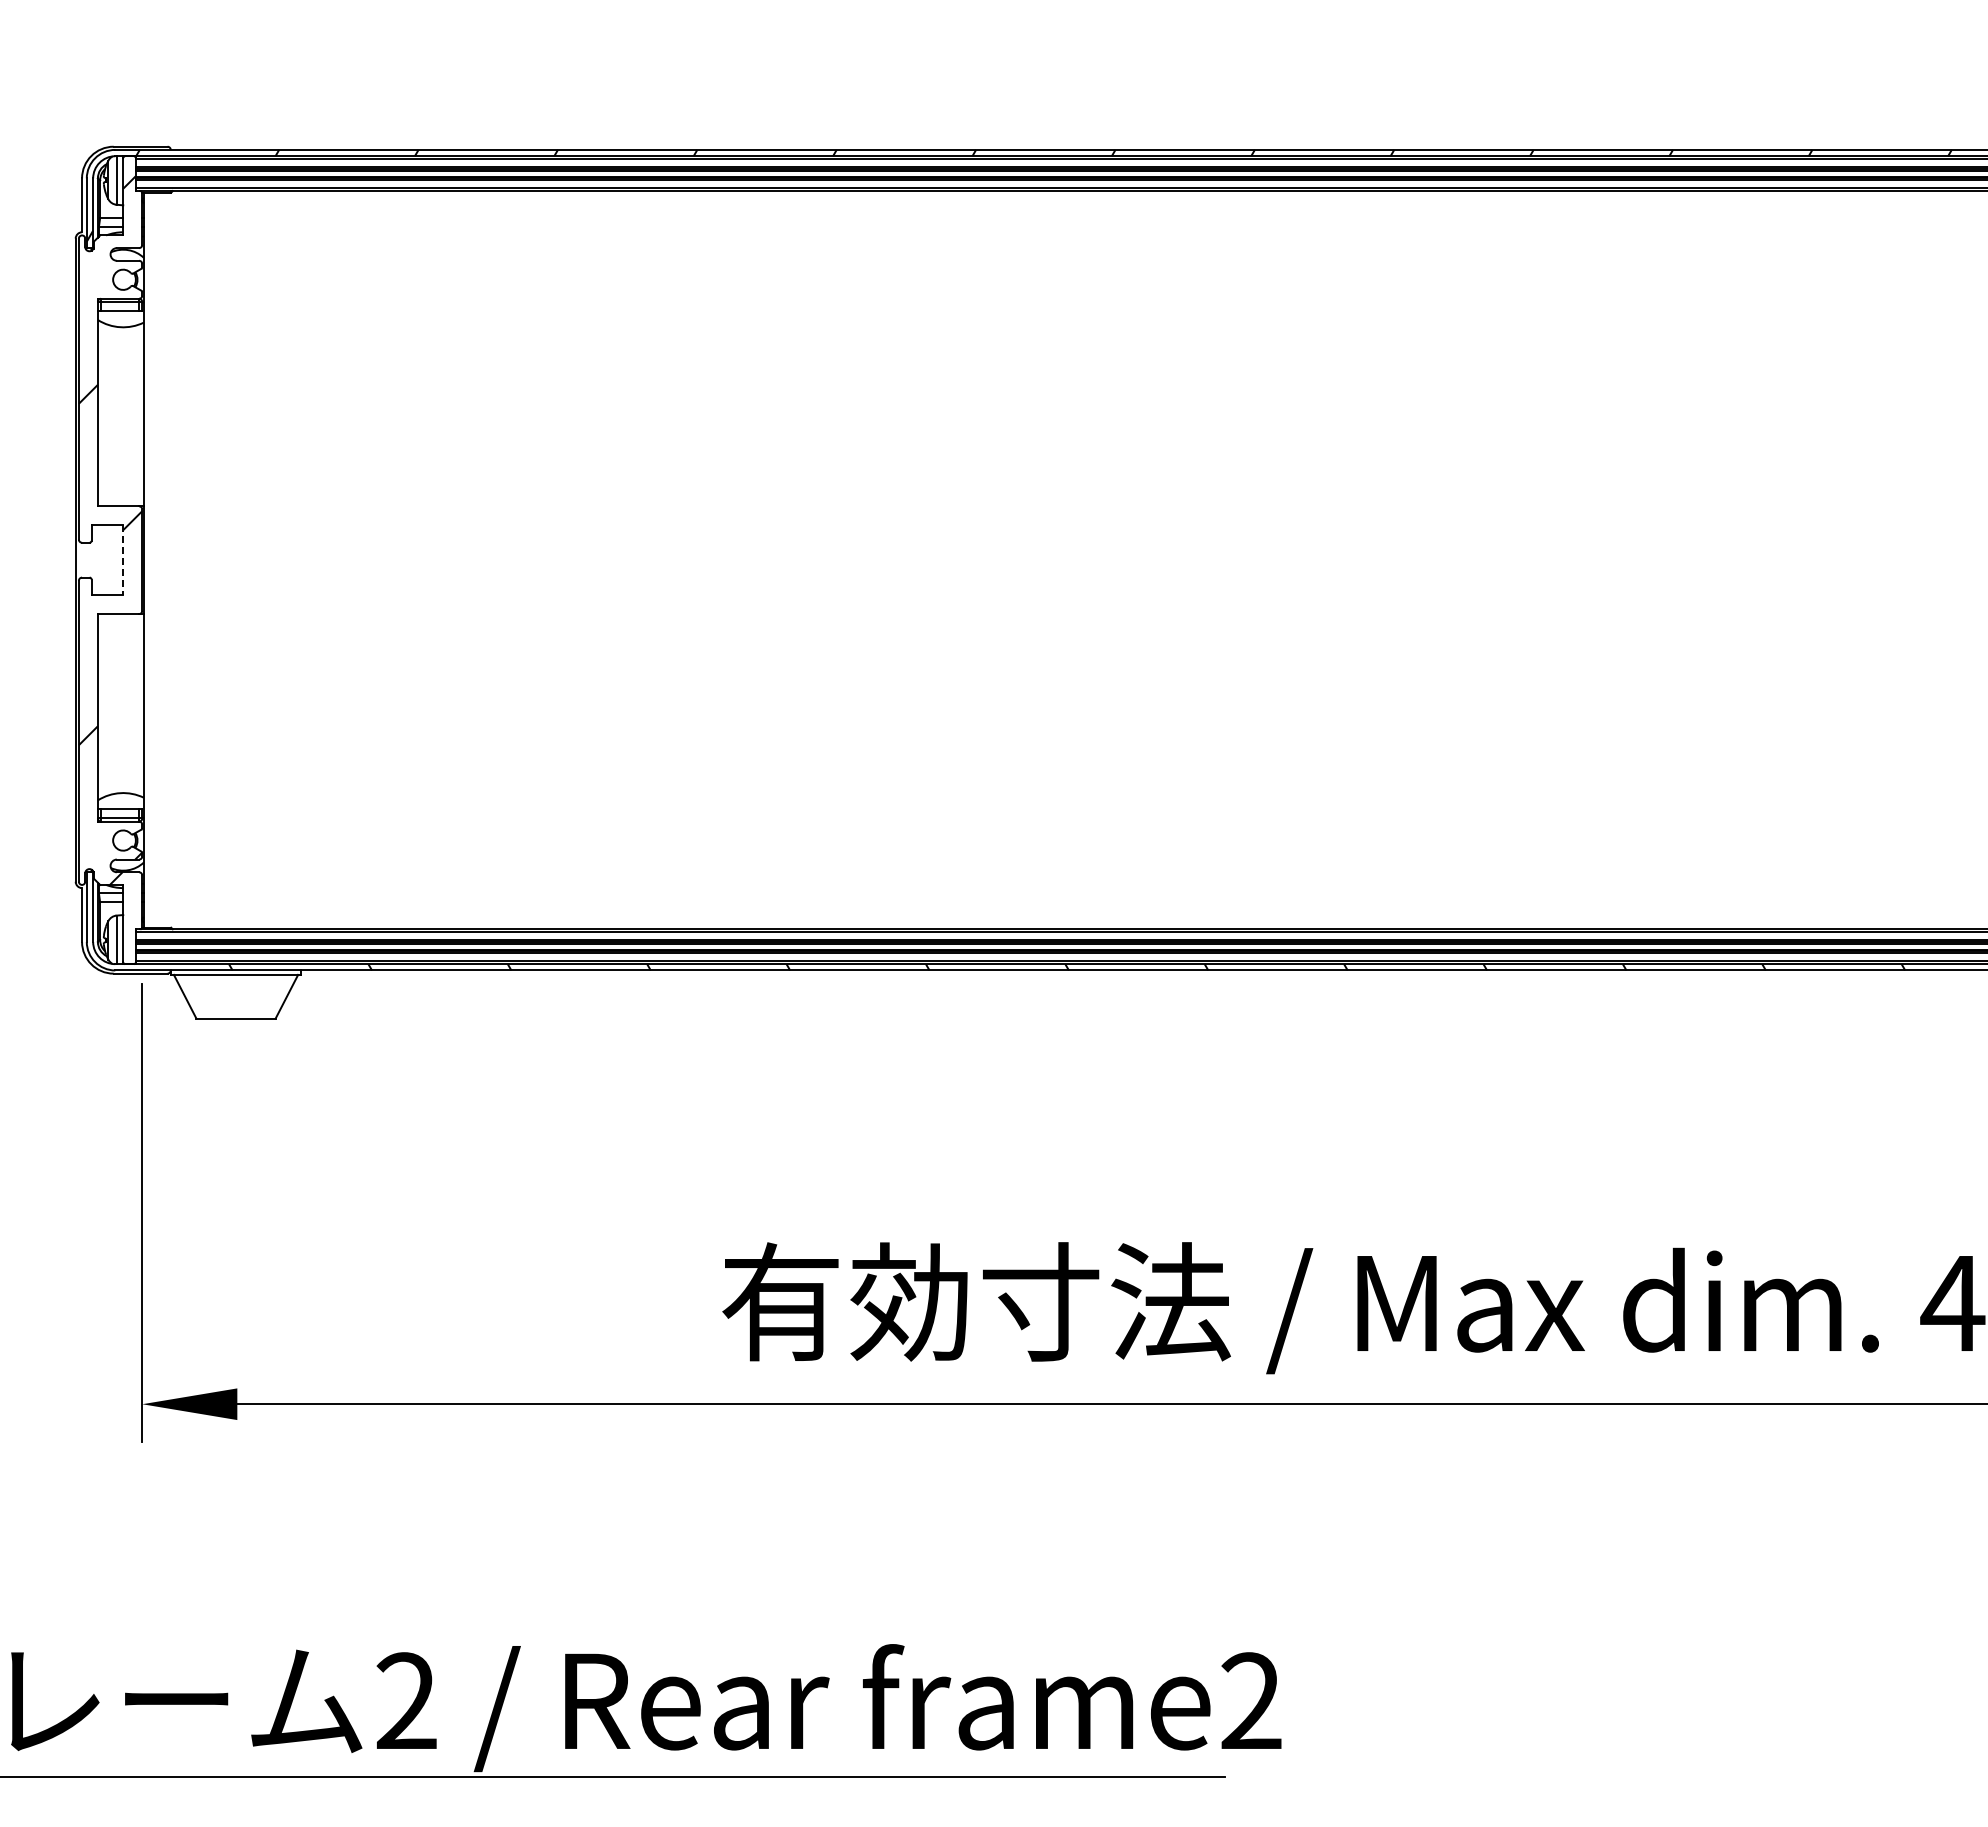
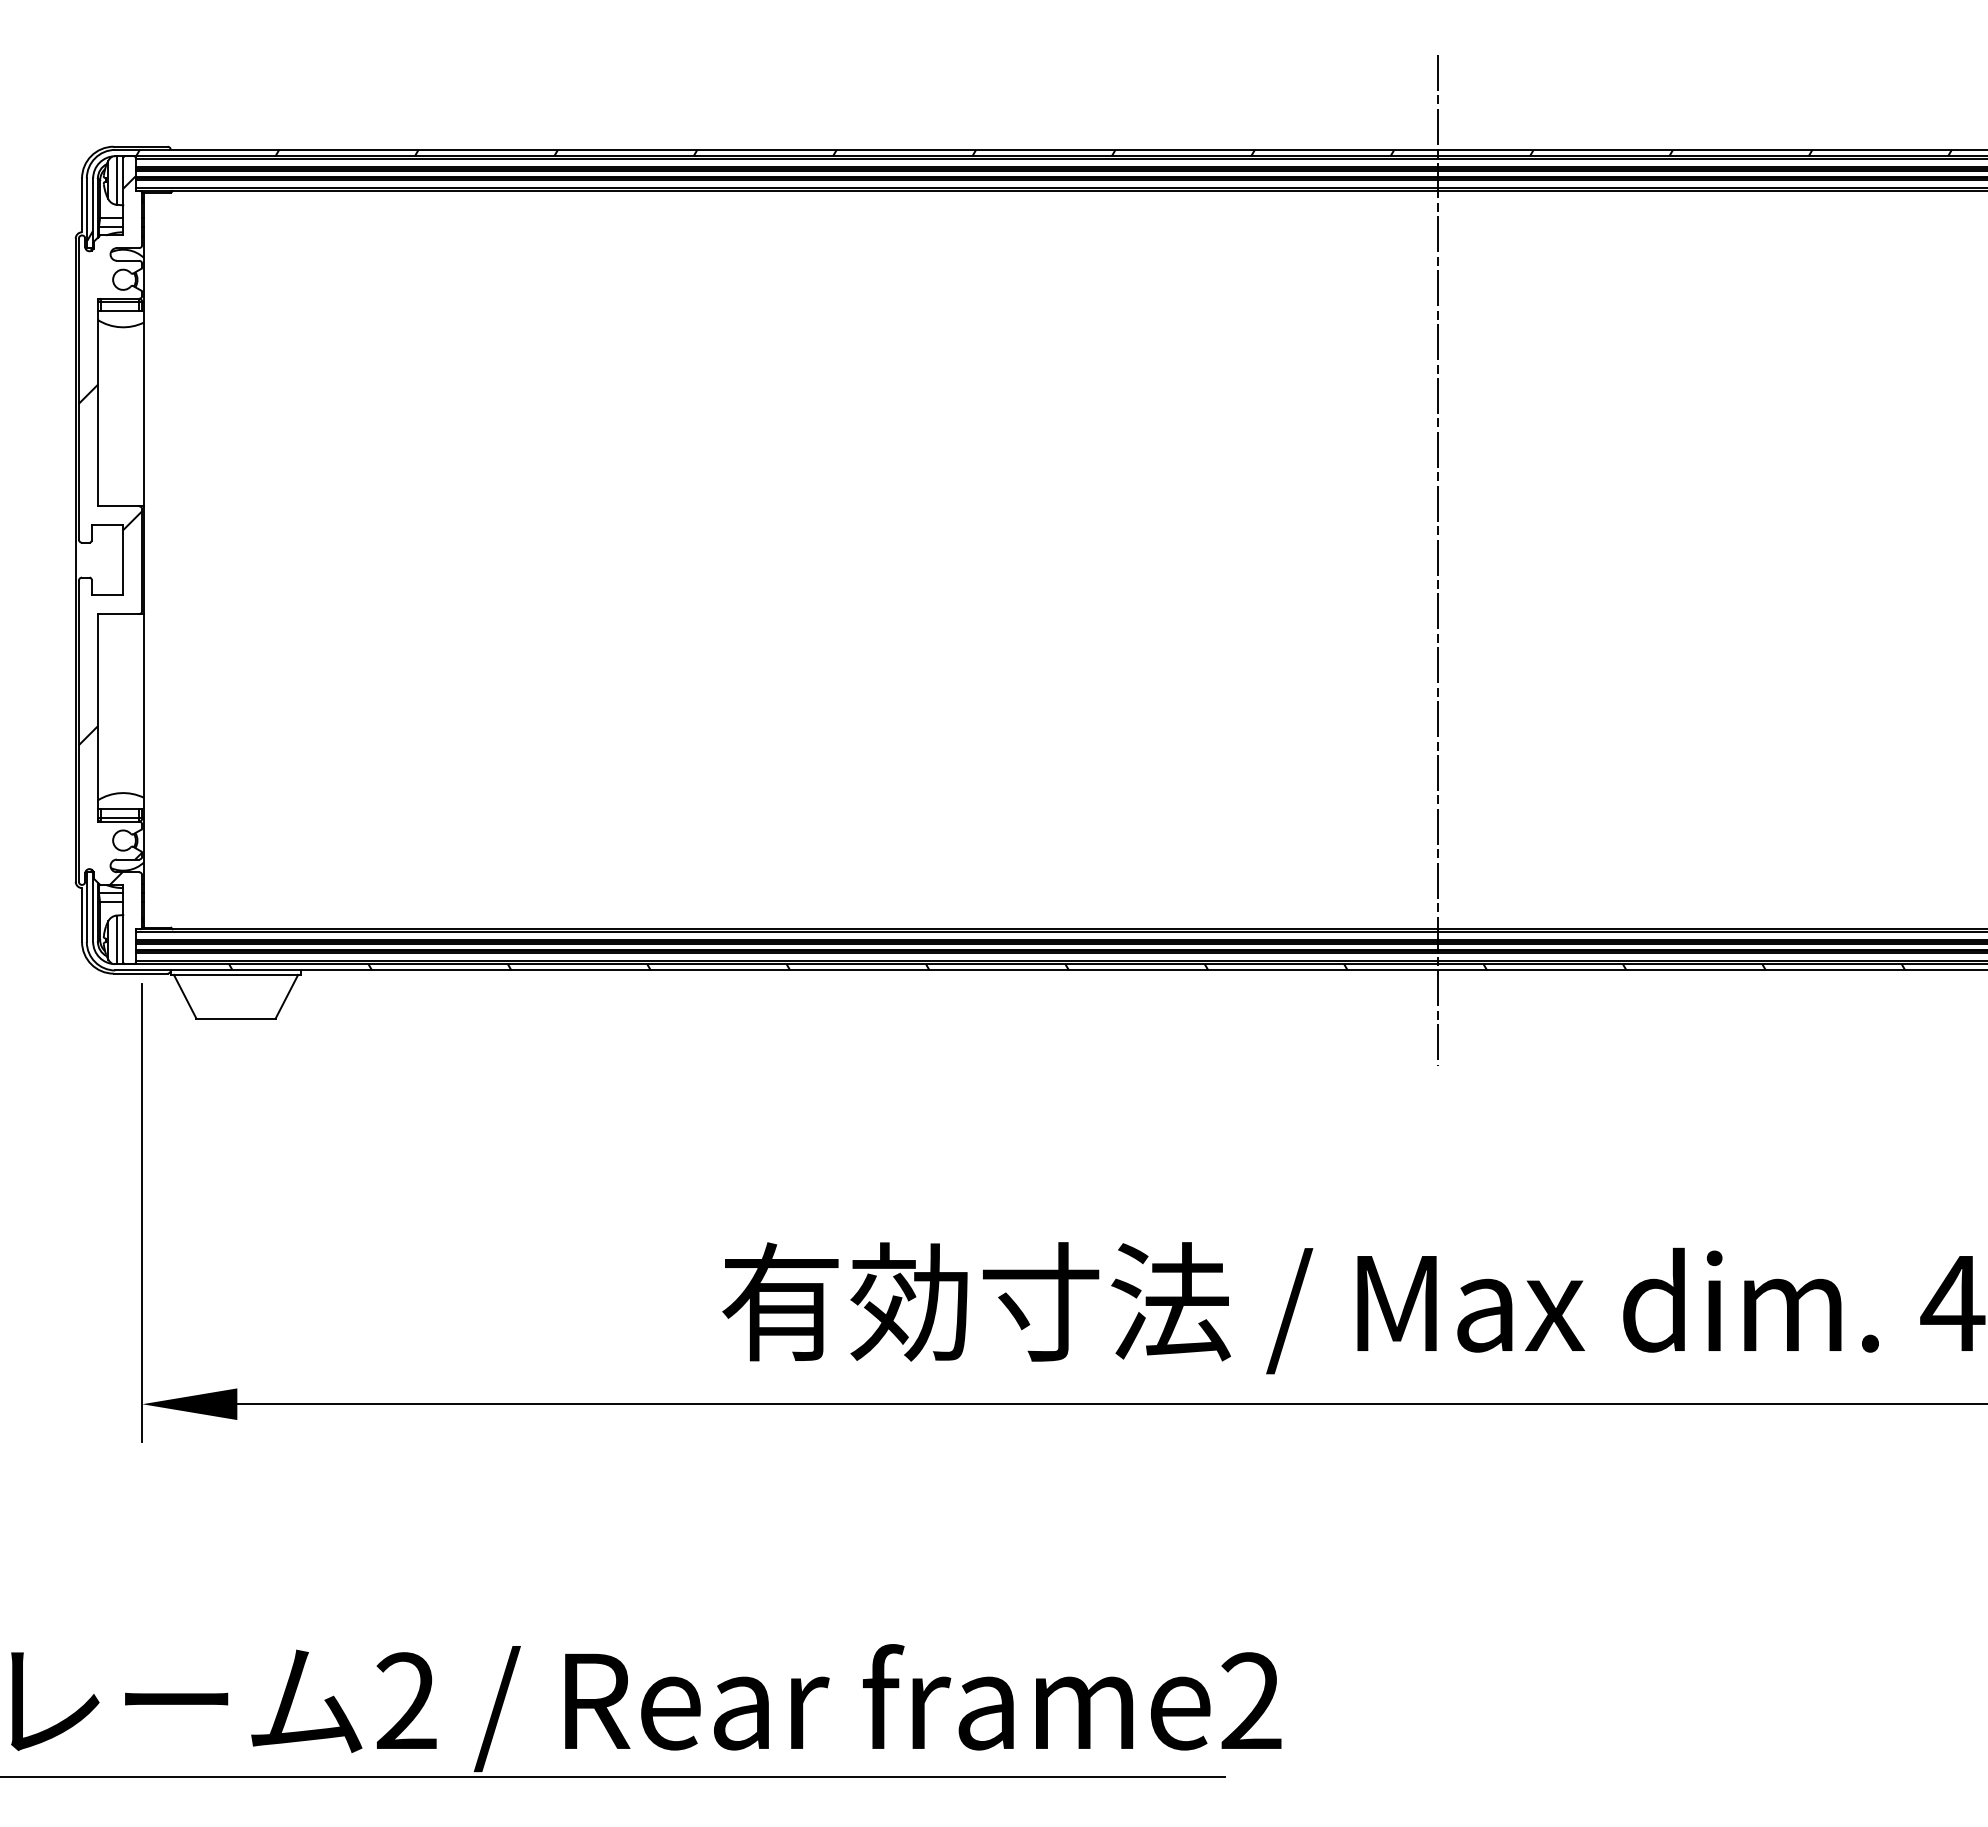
line at (1438, 559): none -> present
line at (123, 560): dashed -> solid
